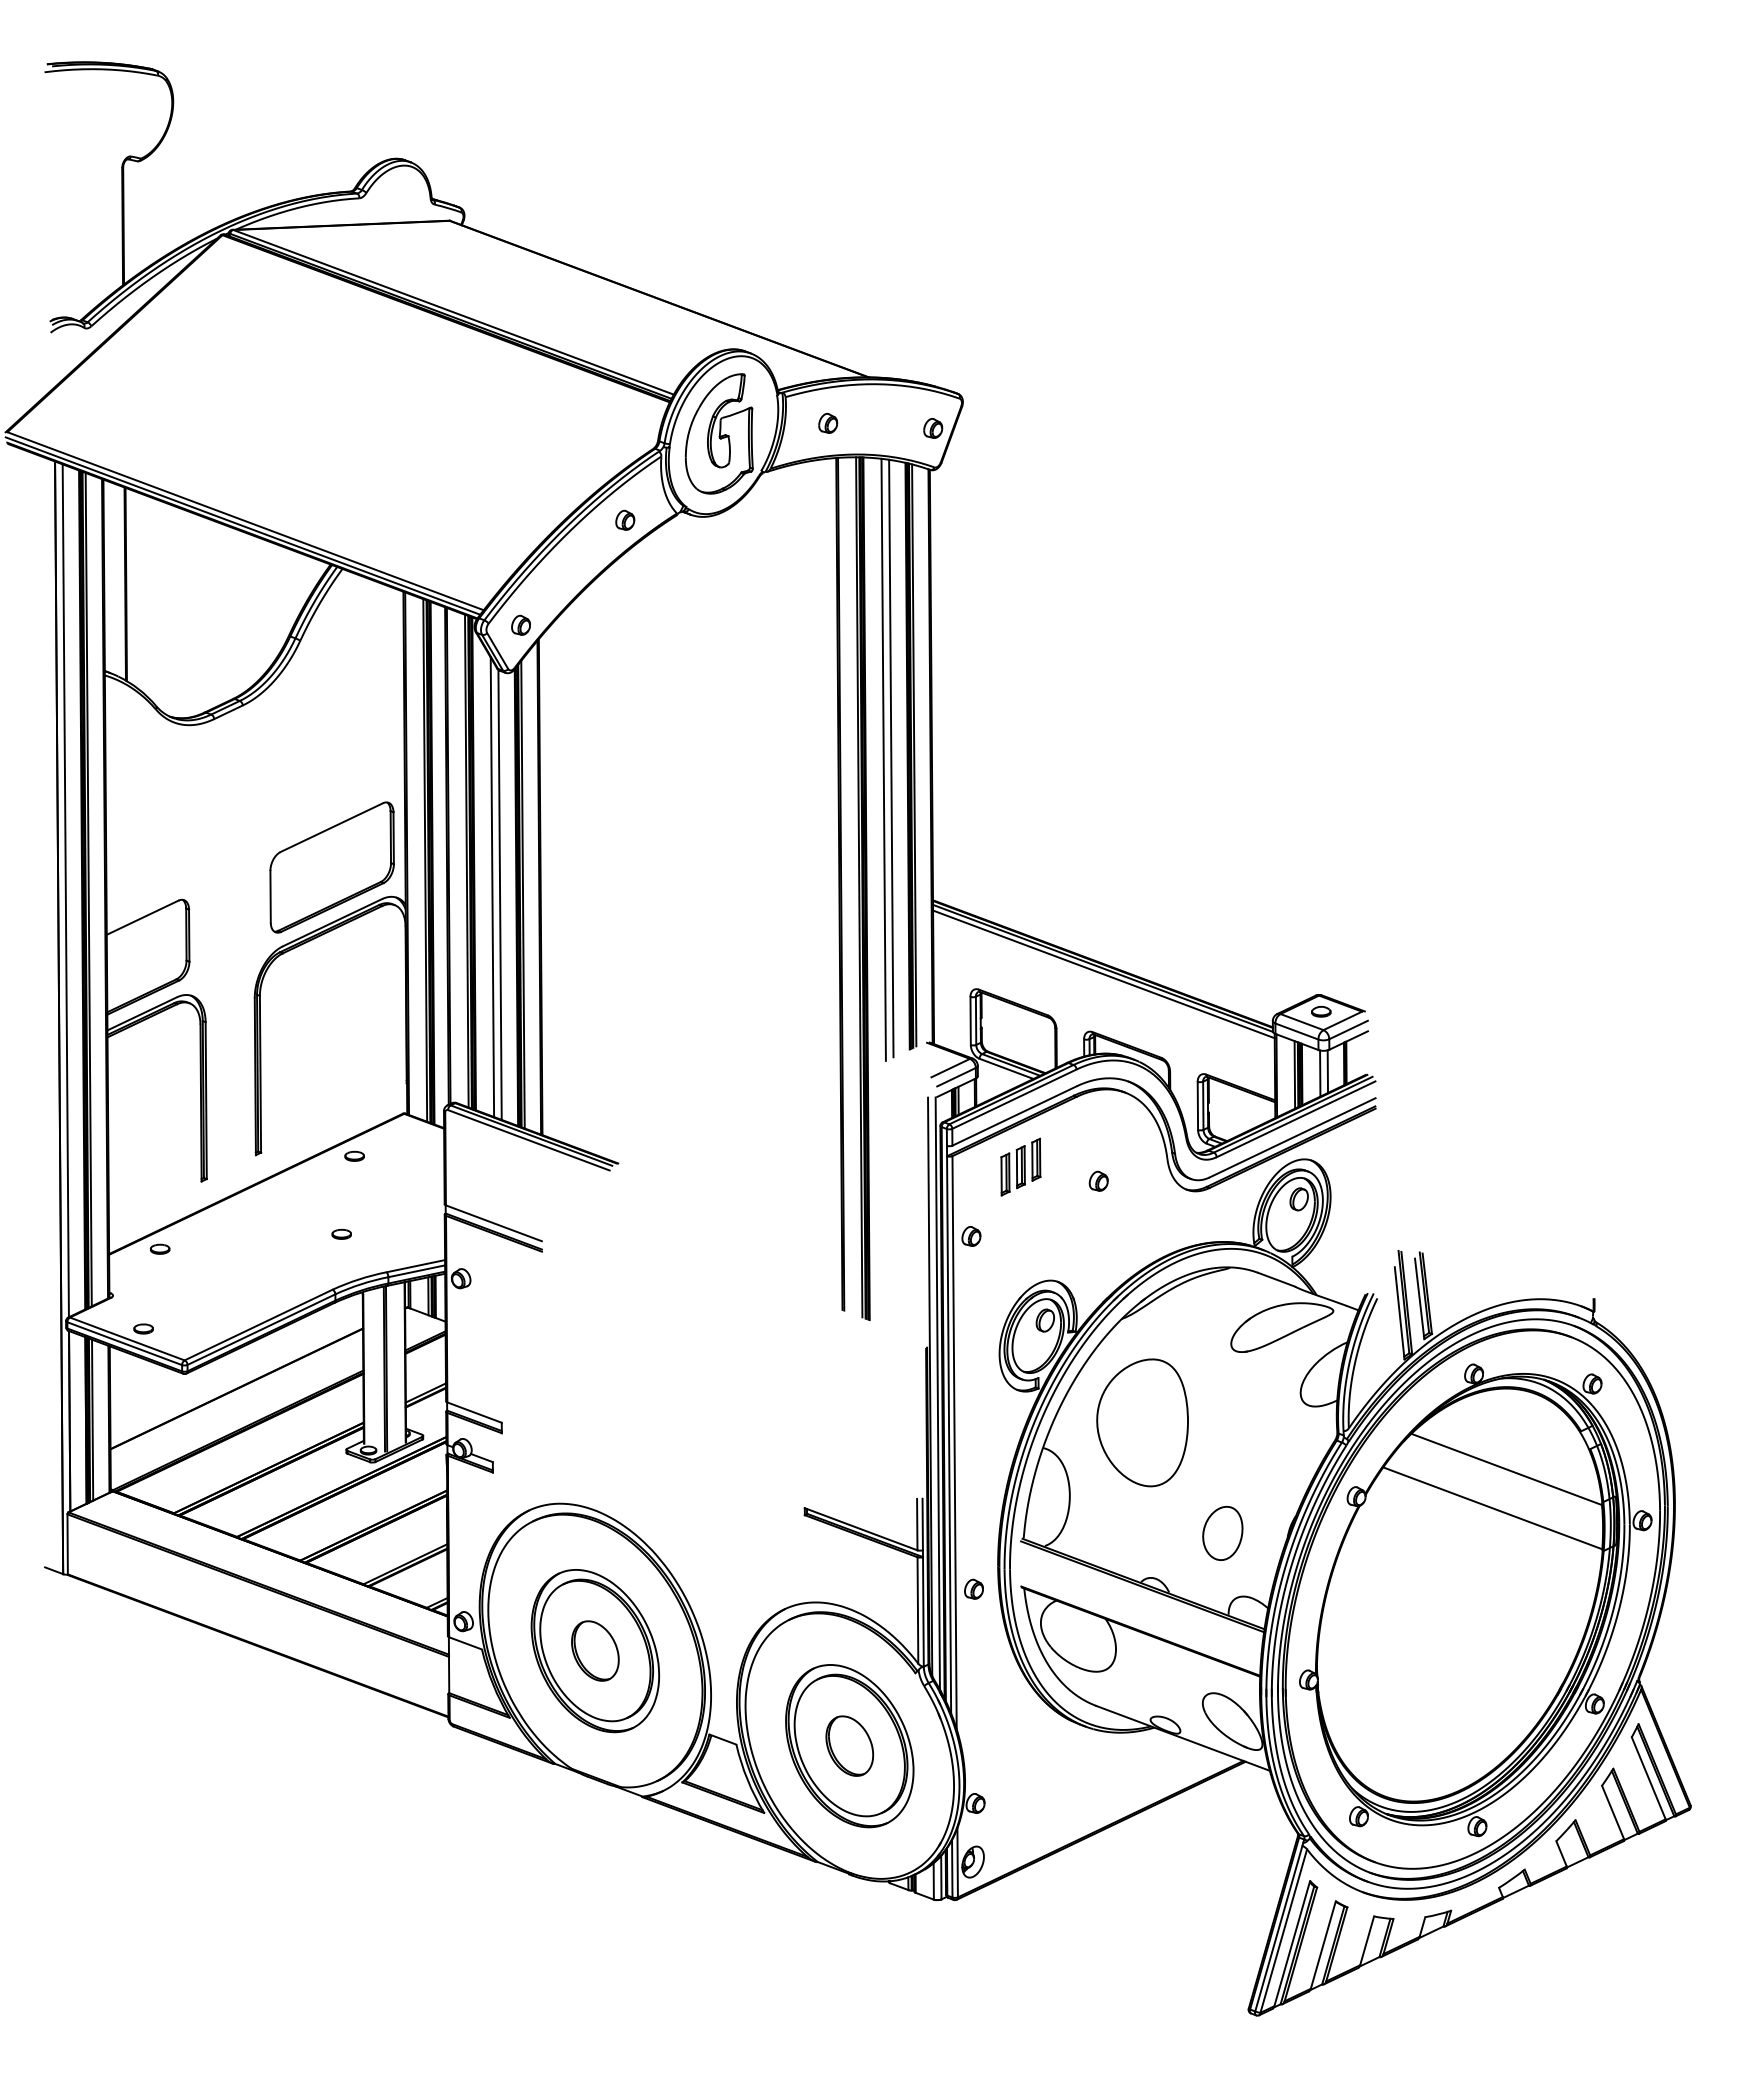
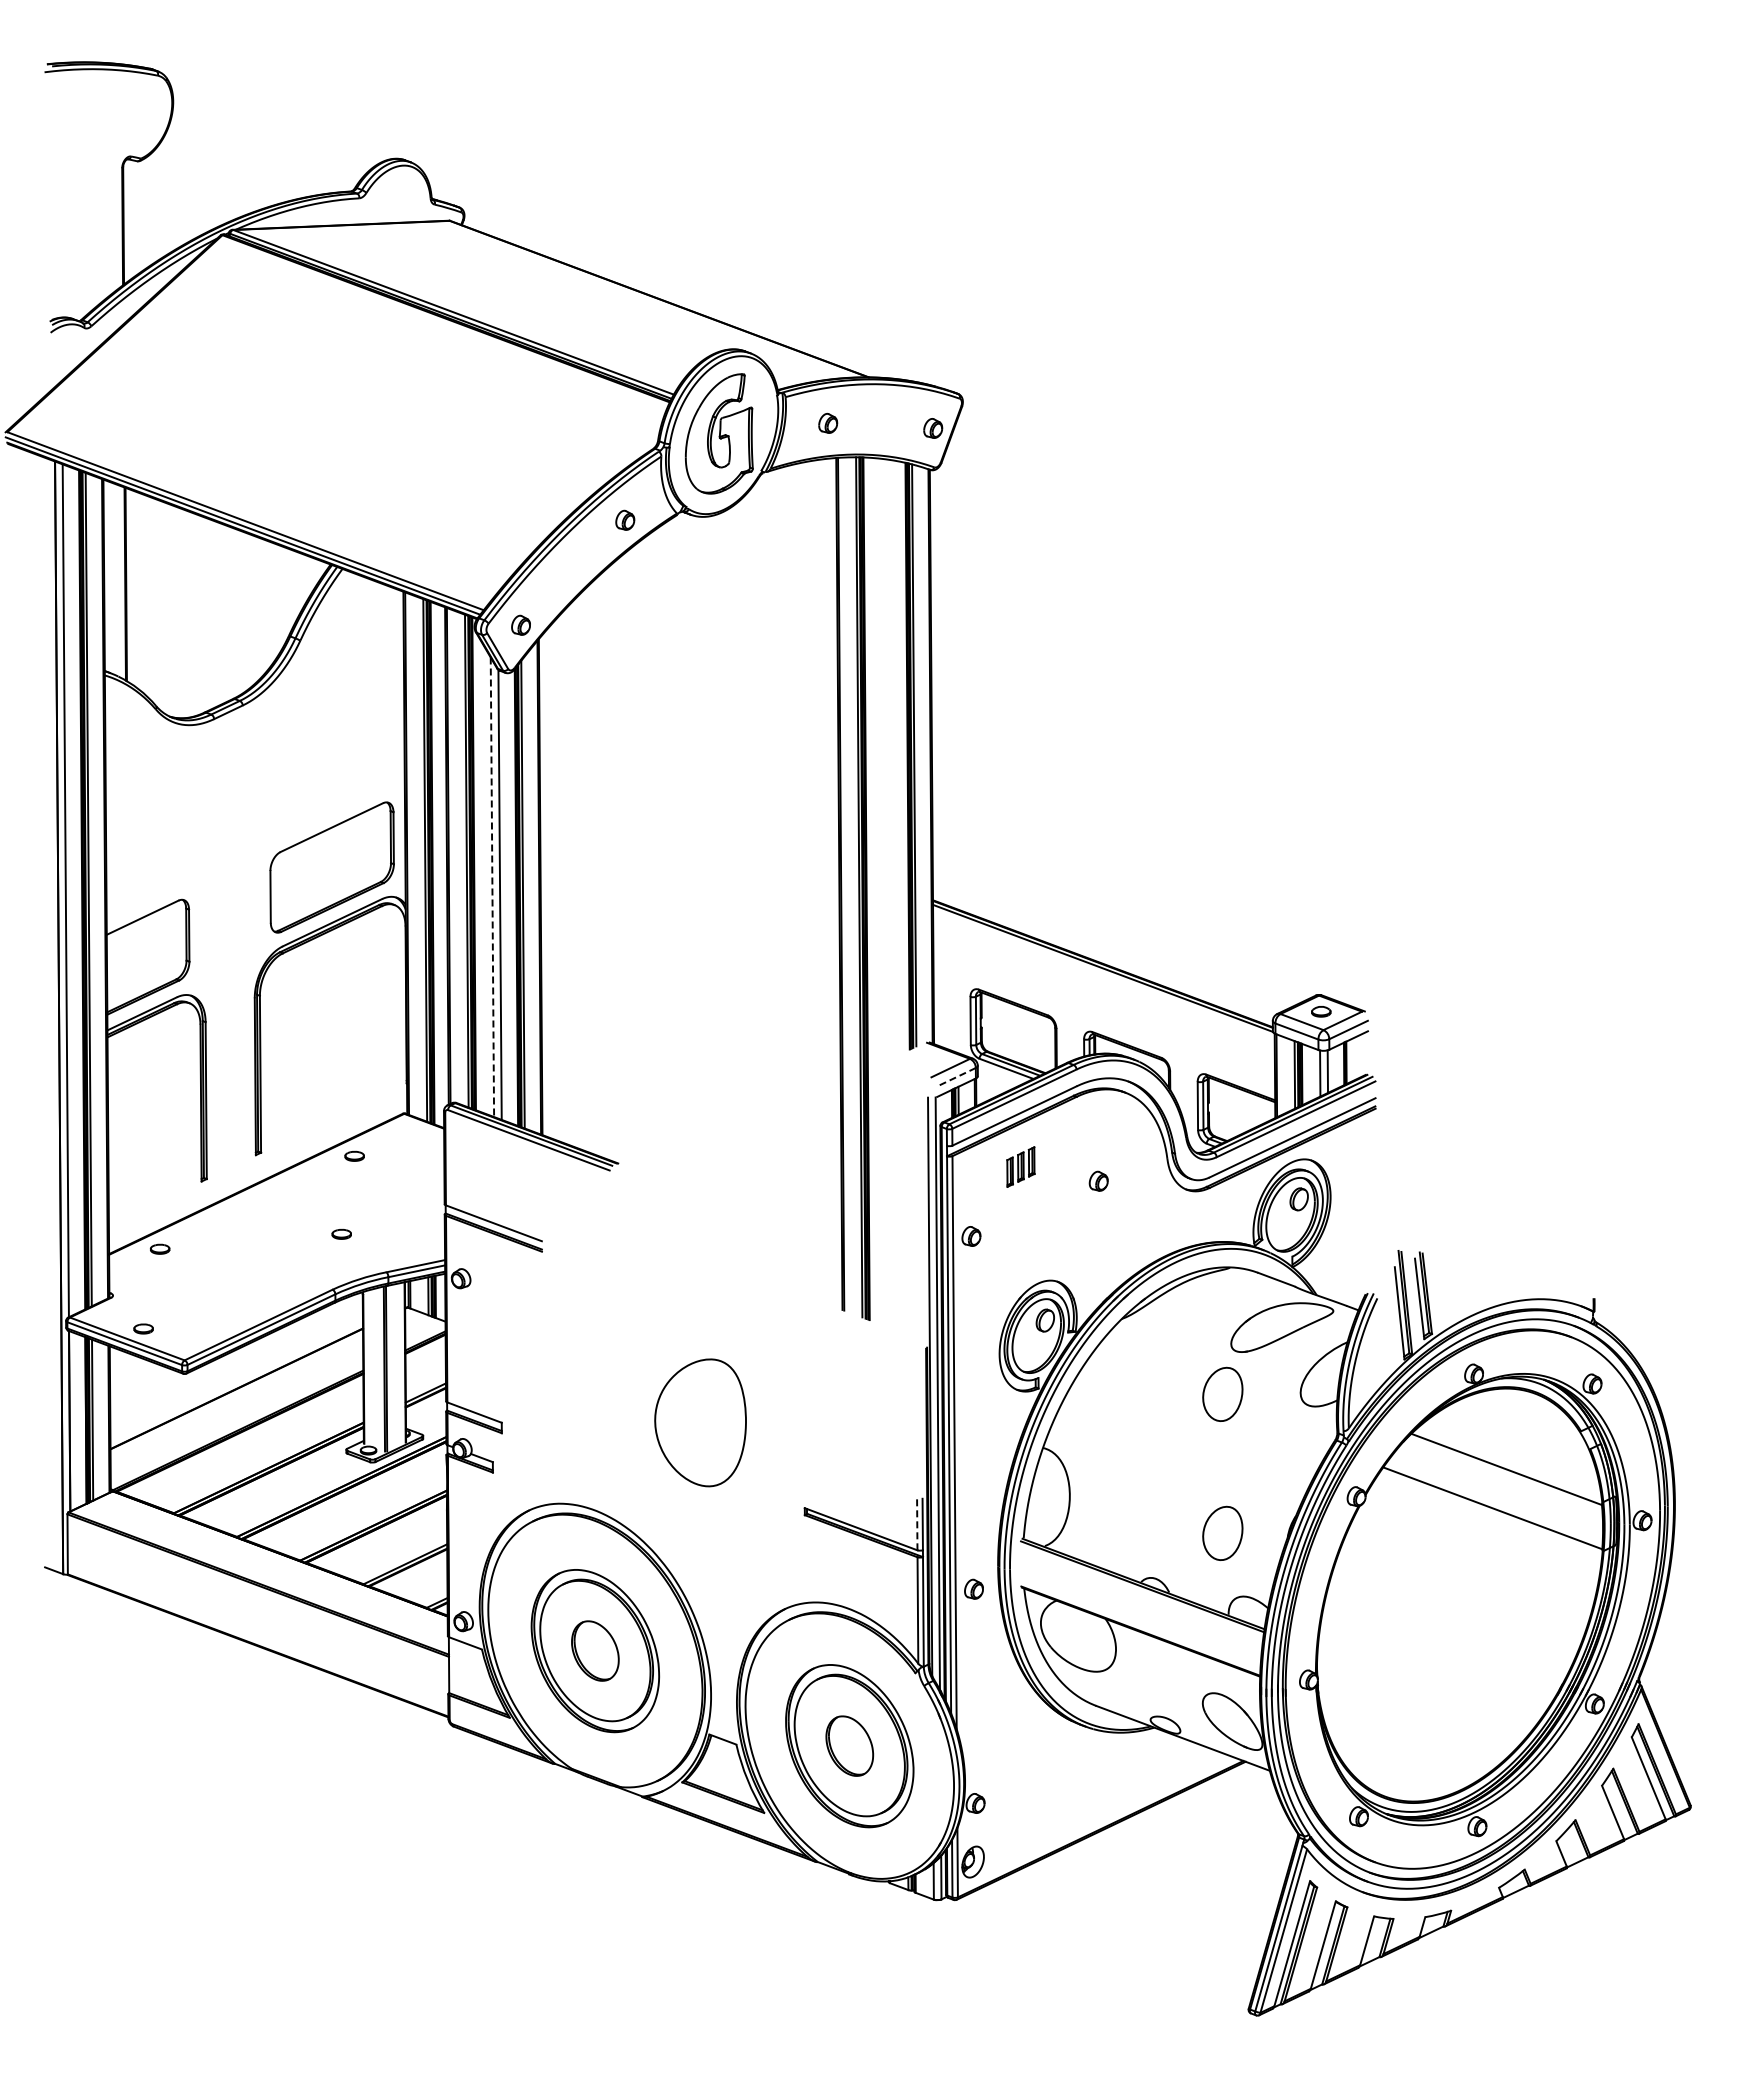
line at (891, 758): present -> none
line at (883, 759): present -> none
line at (492, 887): solid -> dashed
line at (1103, 974): present -> none
line at (956, 1077): solid -> dashed
part at (1020, 1166) size: 42x60 px -> 30x42 px
part at (1222, 1393): none -> present
part at (1142, 1422) position: (1142, 1422) -> (700, 1422)
line at (917, 1524): solid -> dashed
